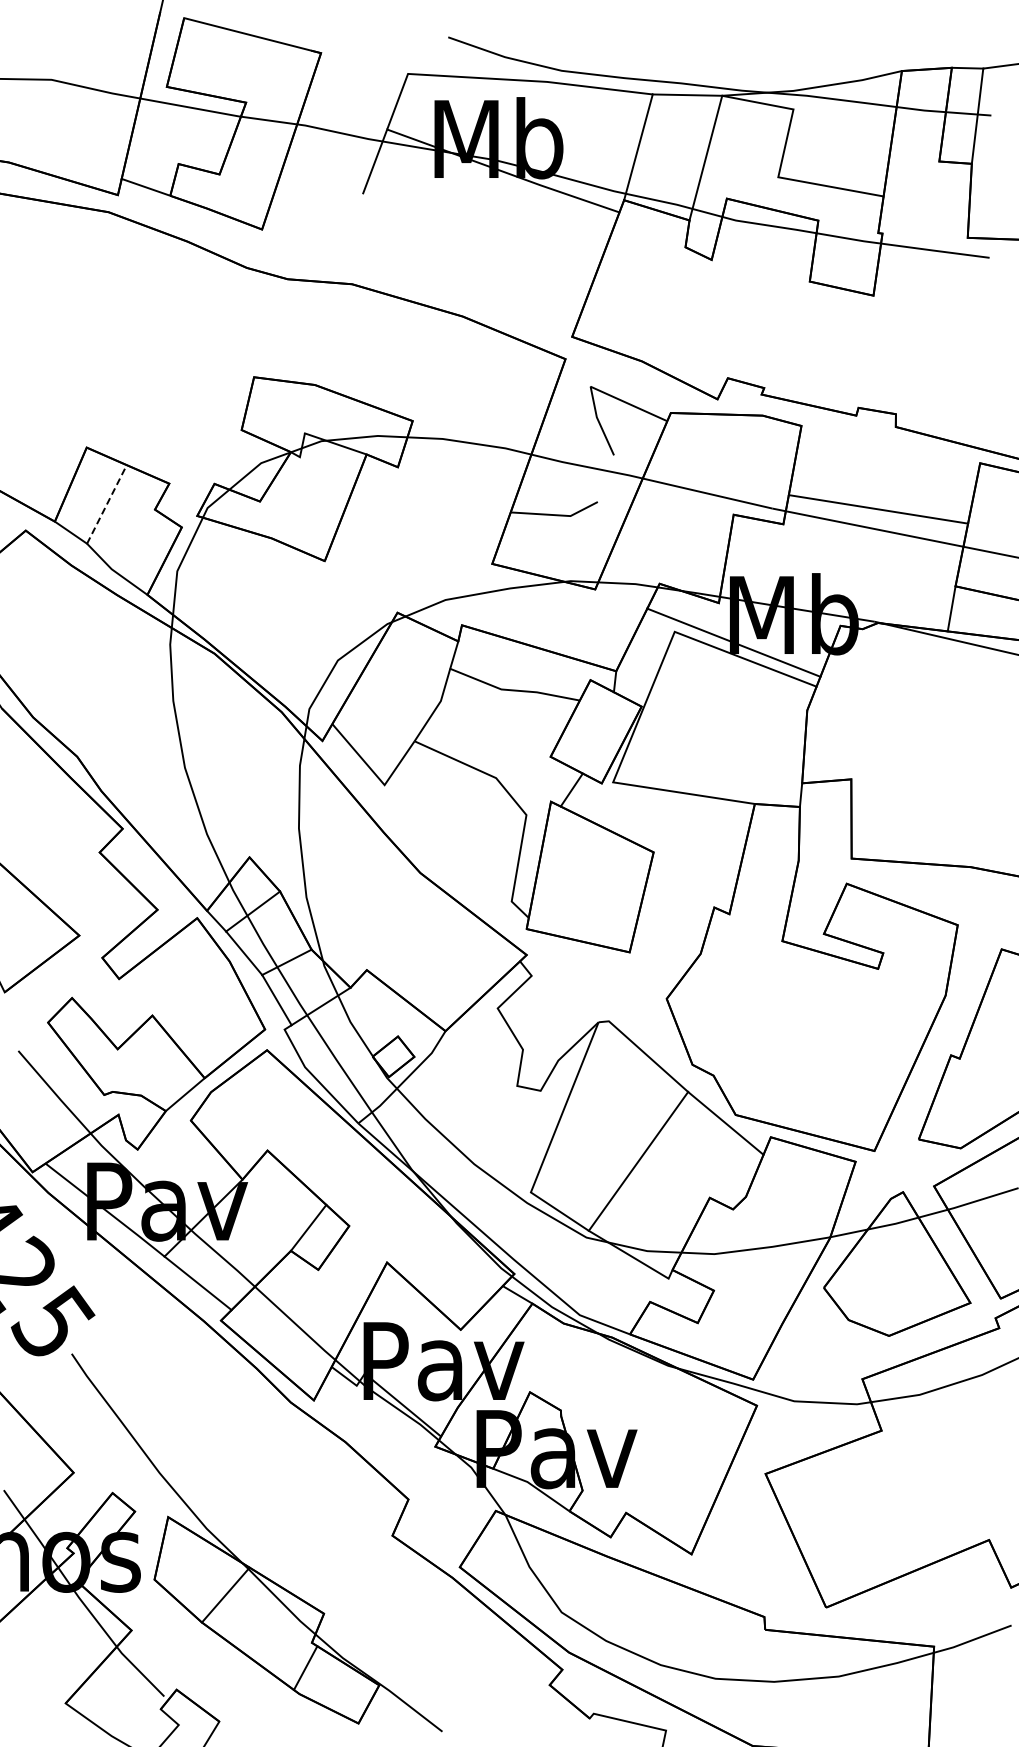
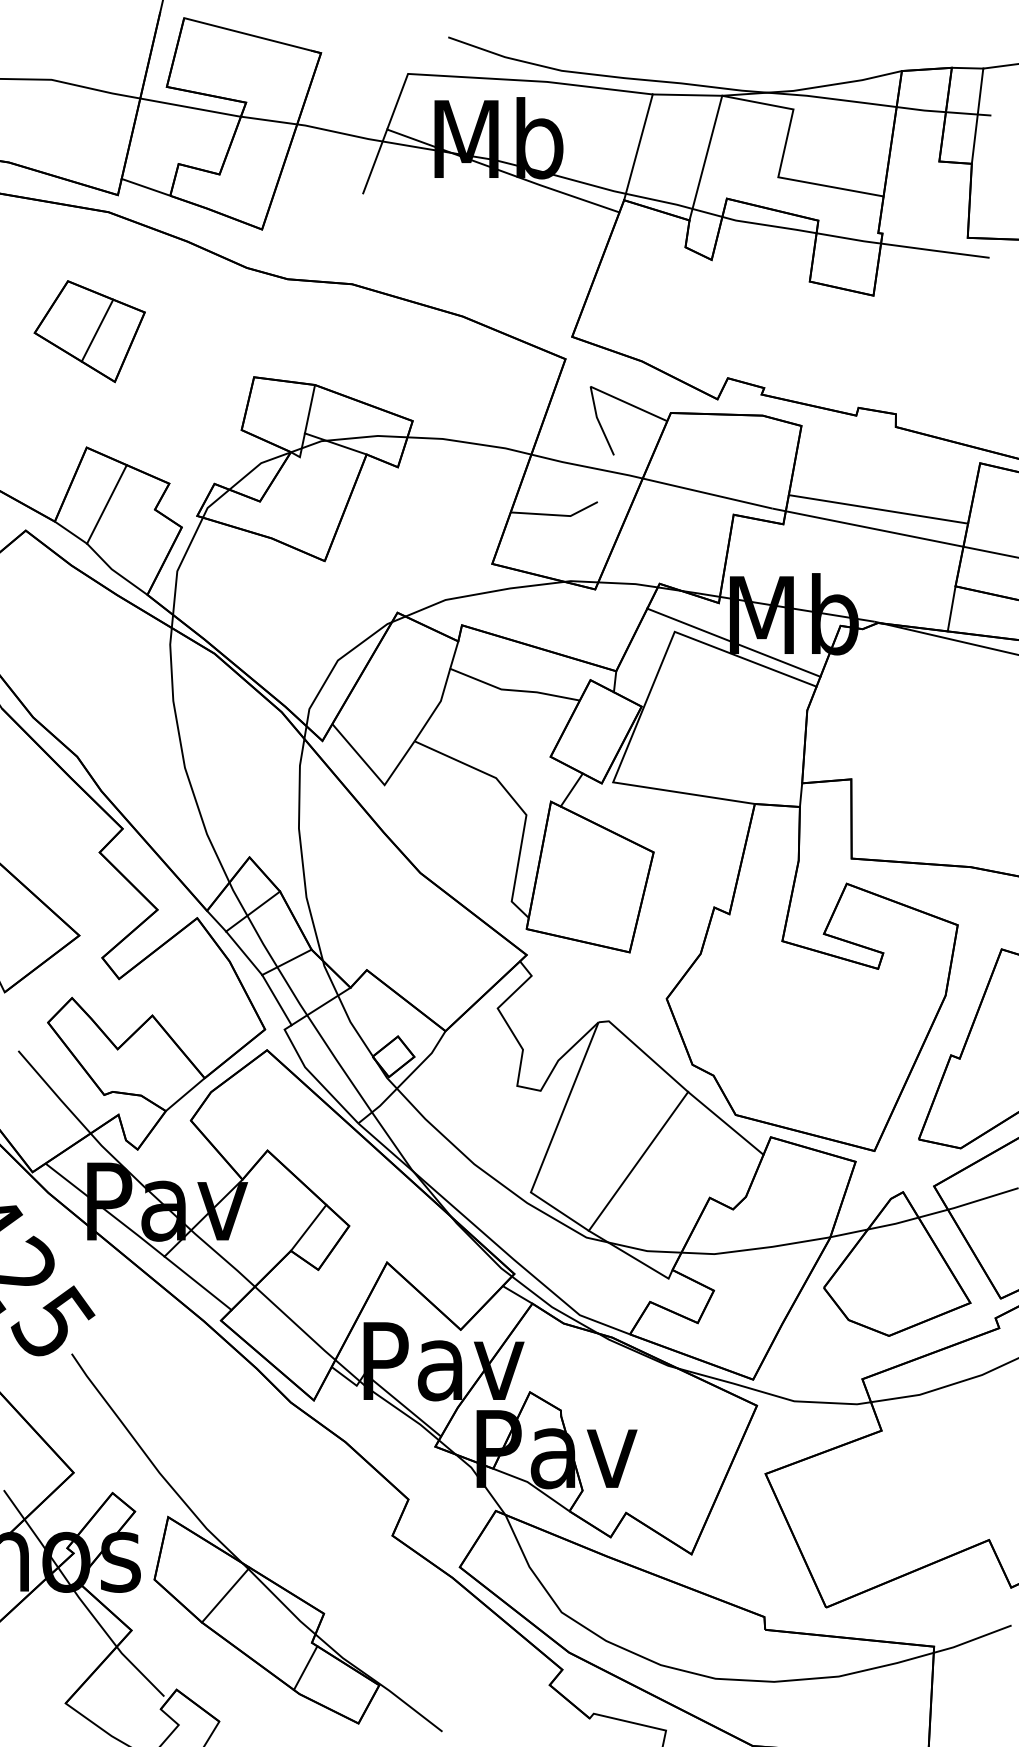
part at (89, 331): none -> present
line at (309, 409): none -> present
line at (107, 504): dashed -> solid
